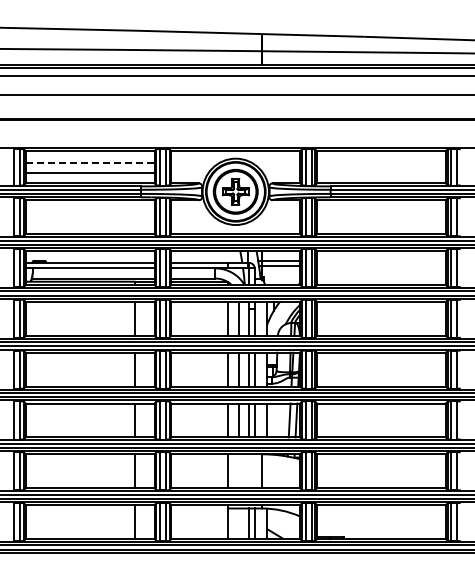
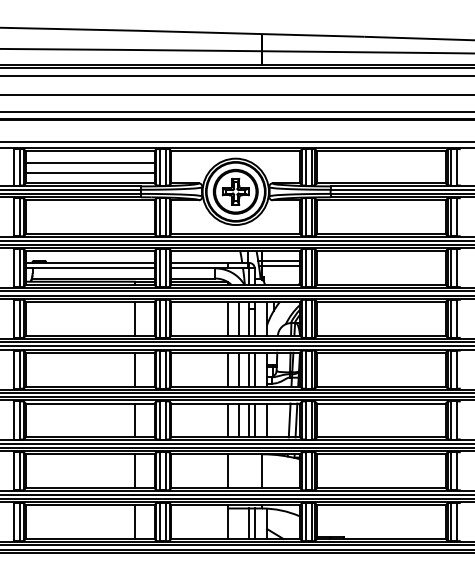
line at (236, 111): none -> present
line at (236, 141): none -> present
line at (90, 163): dashed -> solid
